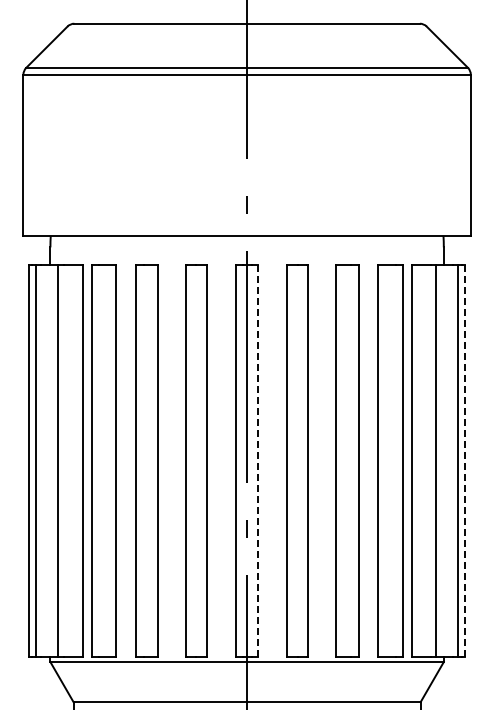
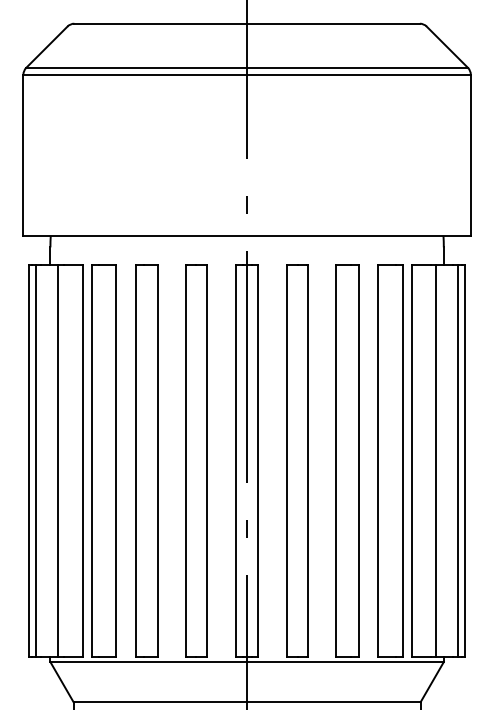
line at (465, 460): dashed -> solid
line at (258, 461): dashed -> solid
